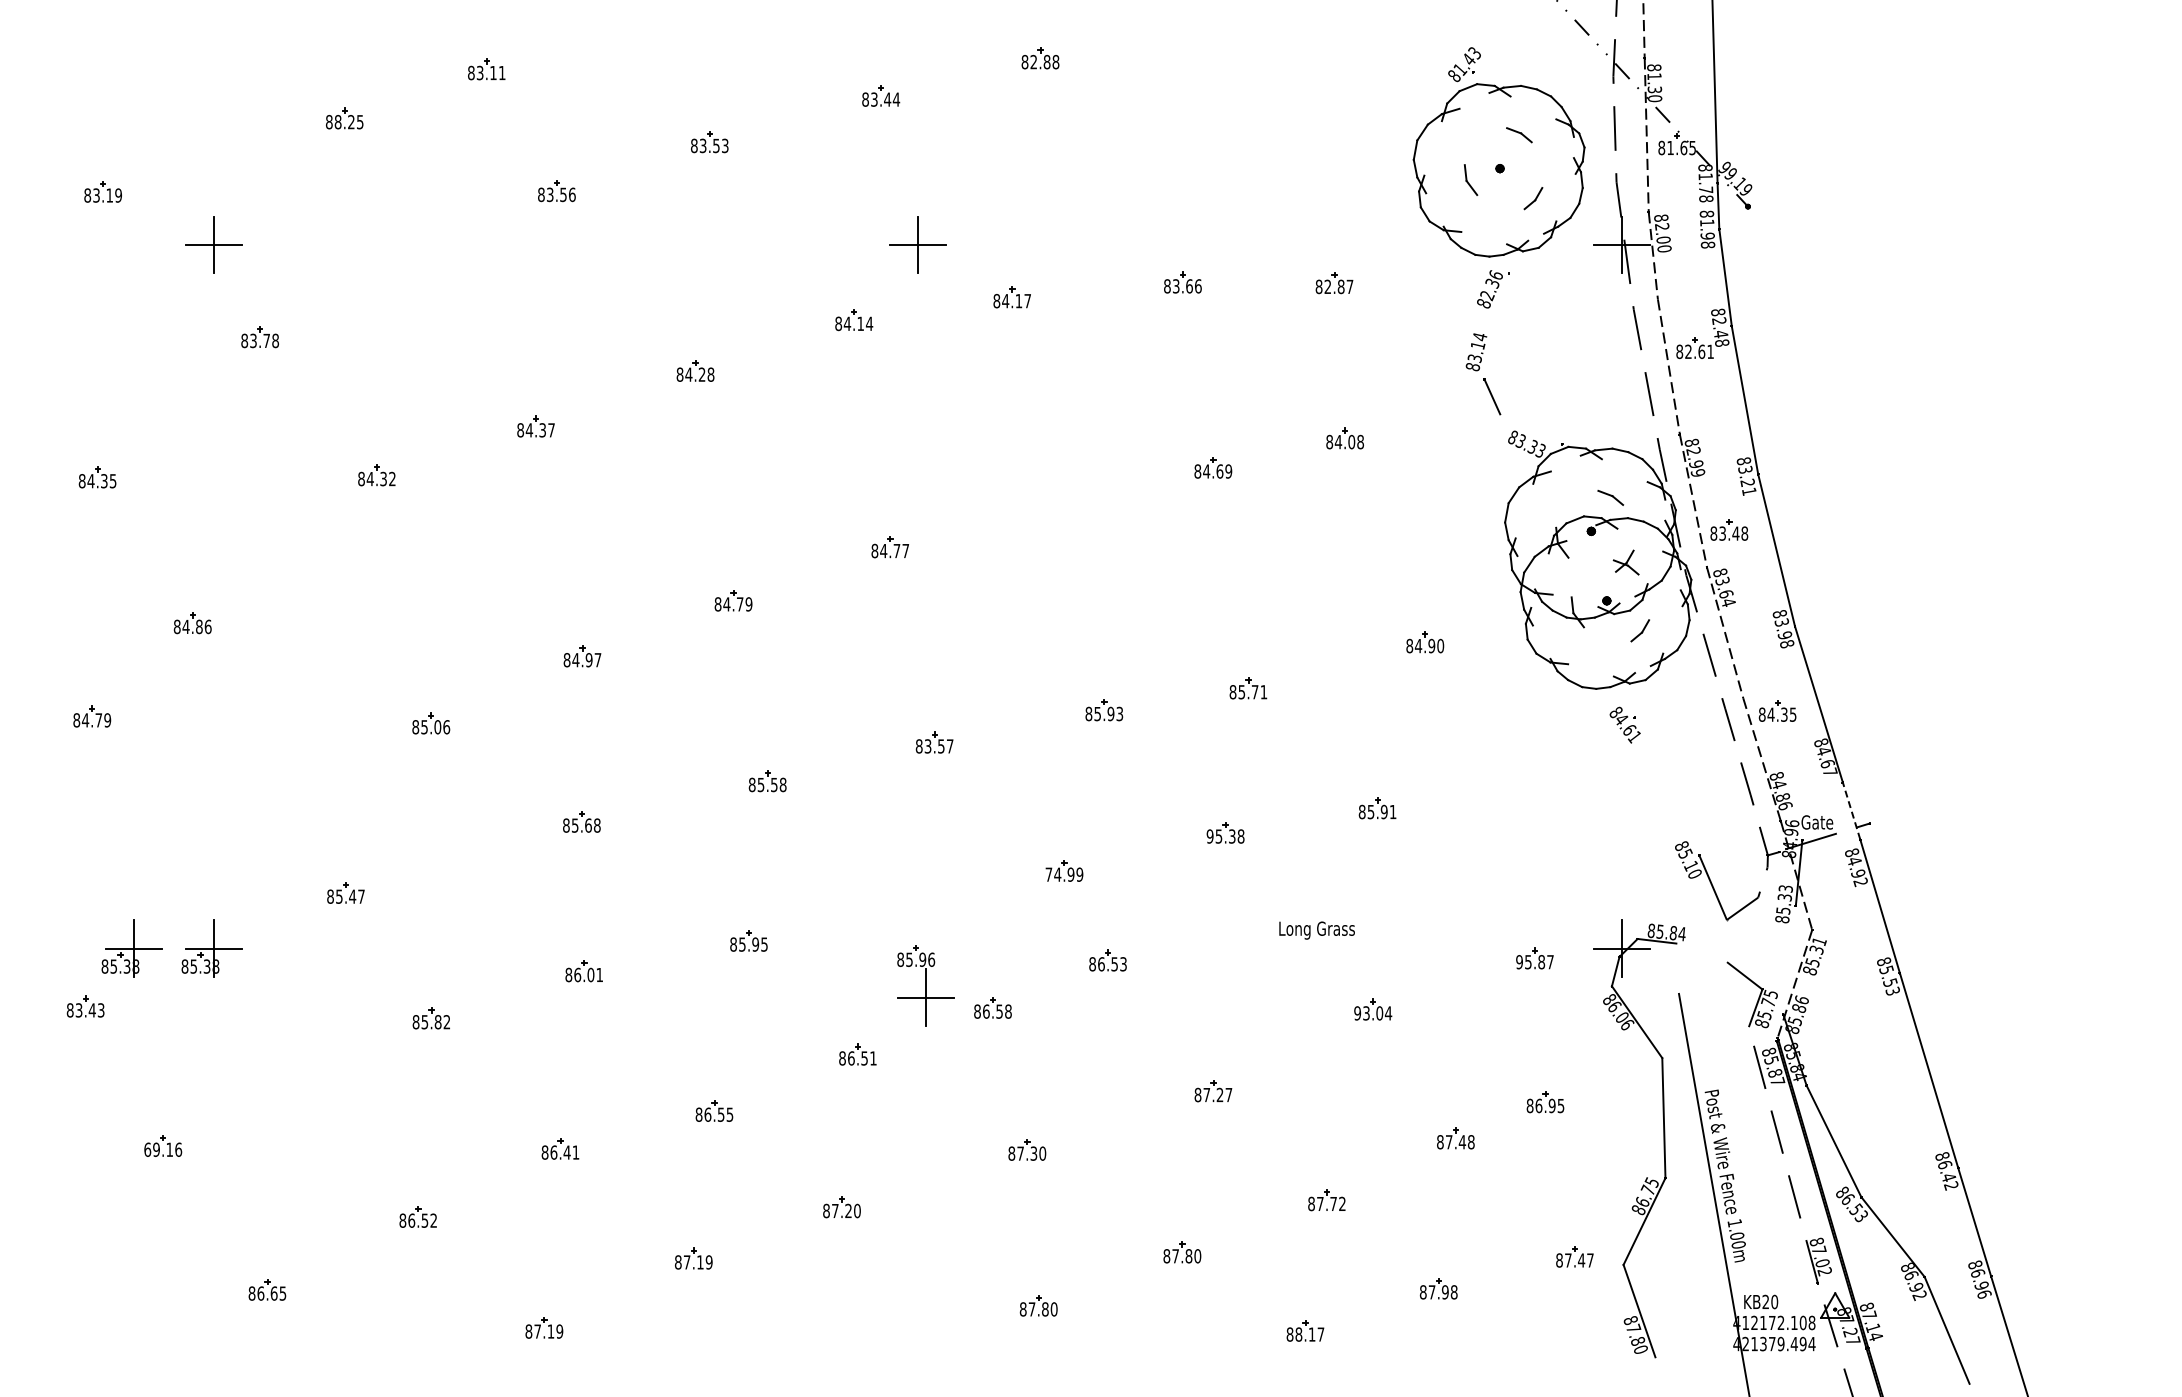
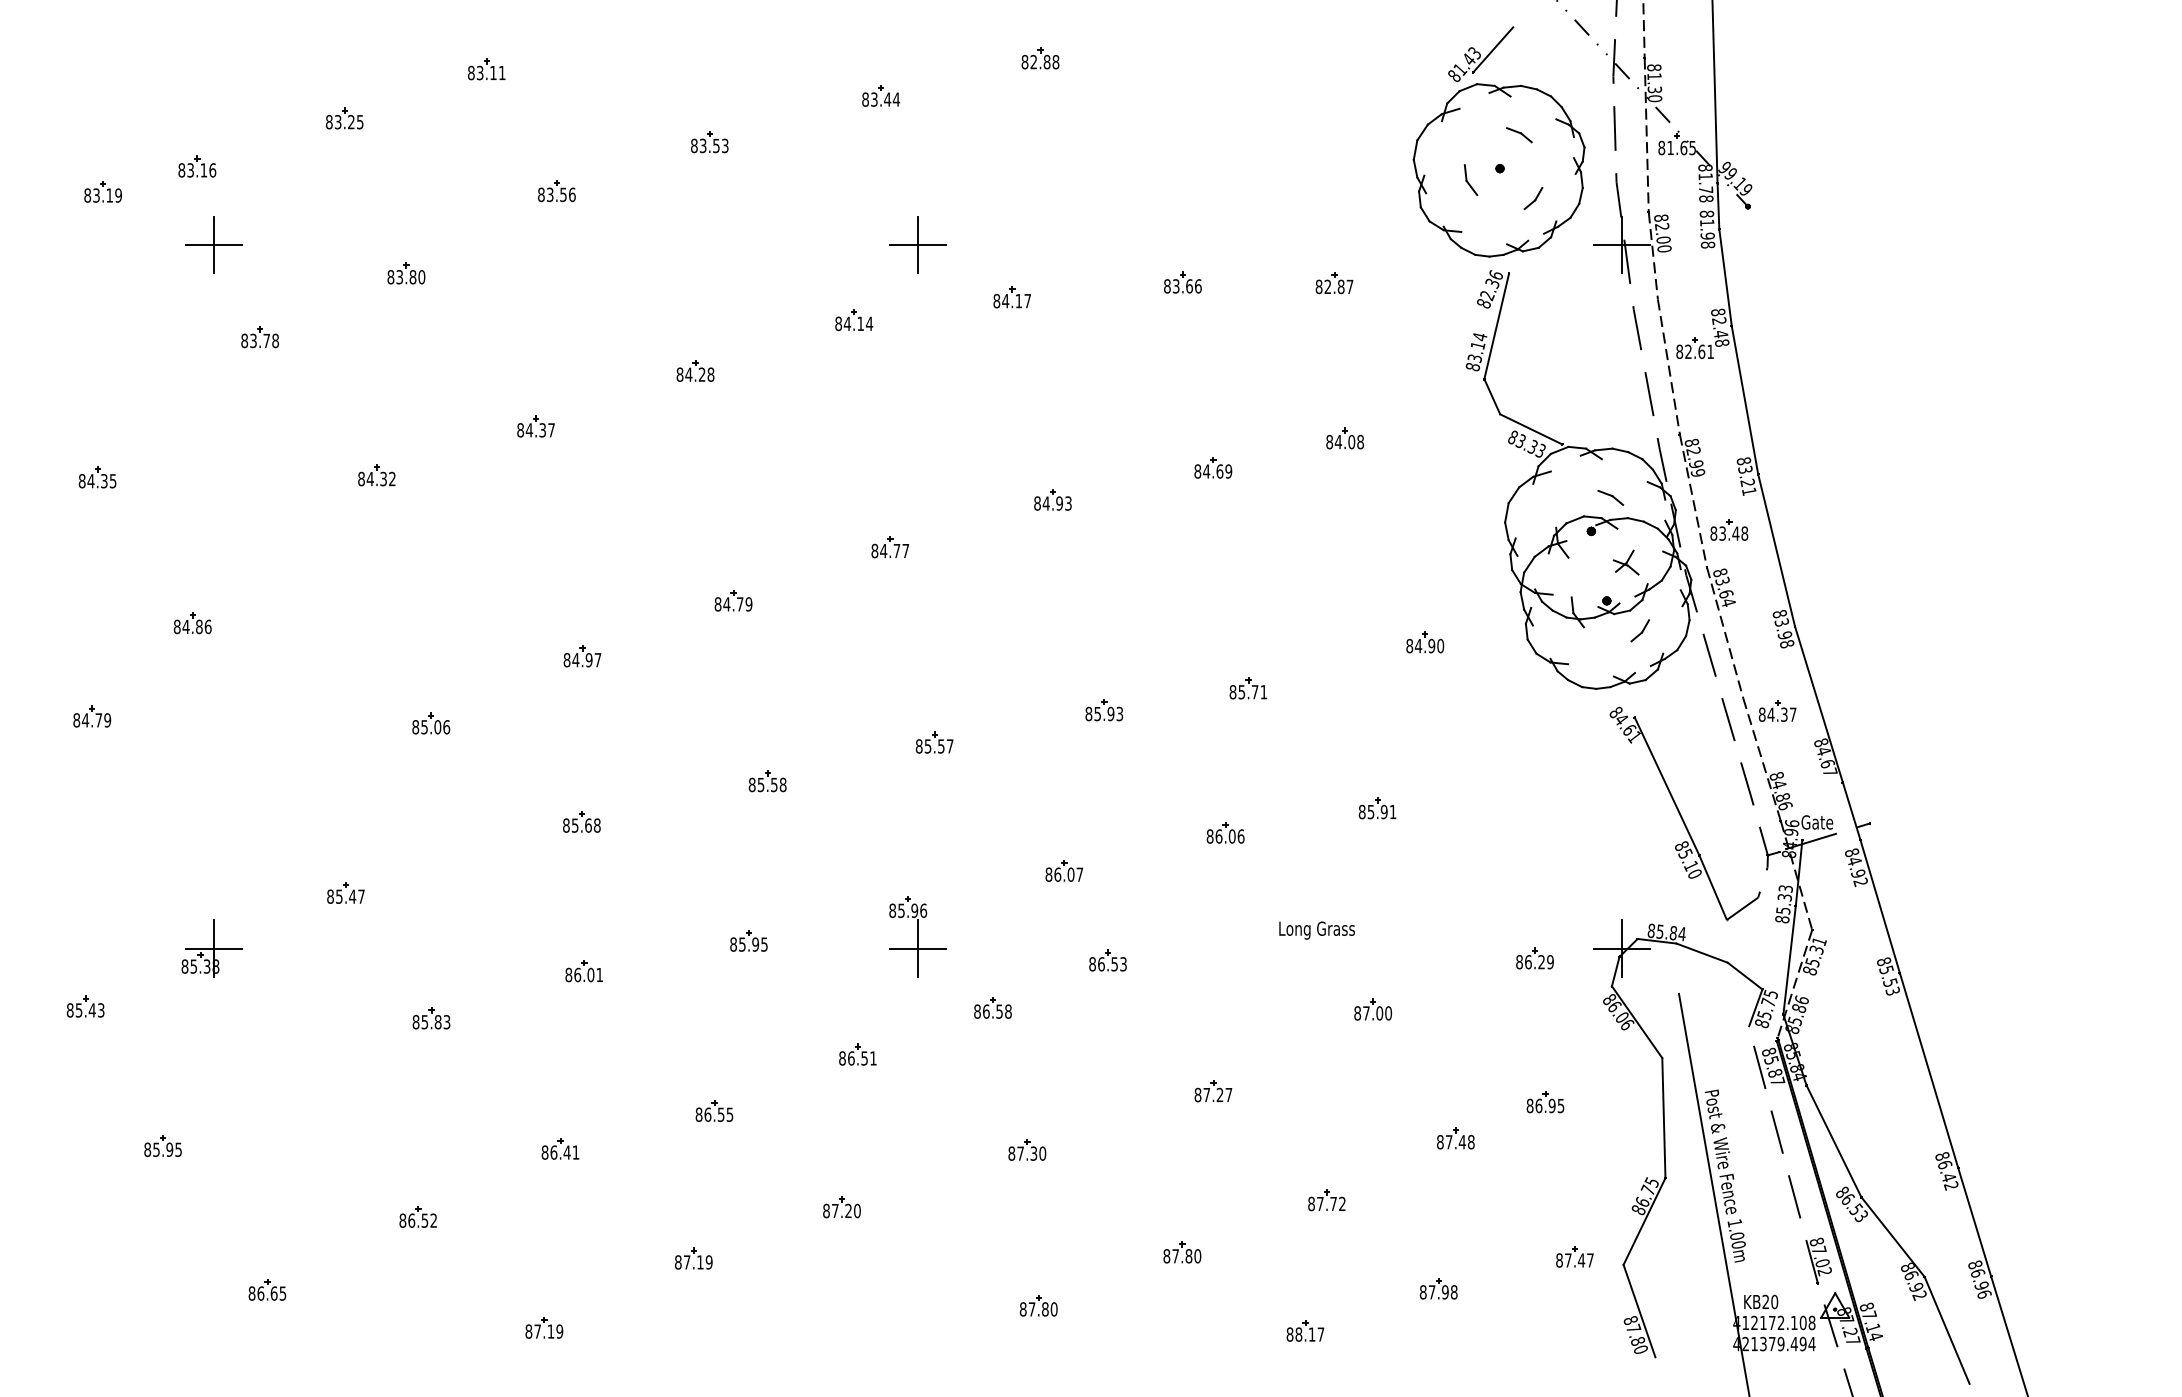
line at (1493, 49): none -> present
text at (337, 122): 88.25 -> 83.25
part at (197, 166): none -> present
part at (406, 273): none -> present
line at (1496, 326): none -> present
line at (1531, 429): none -> present
part at (1052, 499): none -> present
text at (1792, 714): 84.35 -> 84.37
text at (928, 745): 83.57 -> 85.57
line at (1666, 786): none -> present
line at (1851, 811): dashed -> solid
text at (1225, 836): 95.38 -> 86.06
text at (1064, 874): 74.99 -> 86.07
part at (131, 948): present -> none
line at (1701, 952): none -> present
line at (1789, 959): none -> present
text at (1534, 962): 95.87 -> 86.29
part at (925, 985) position: (925, 985) -> (917, 936)
text at (79, 1009): 83.43 -> 85.43
text at (1373, 1013): 93.04 -> 87.00
text at (446, 1022): 85.82 -> 85.83
text at (163, 1149): 69.16 -> 85.95
